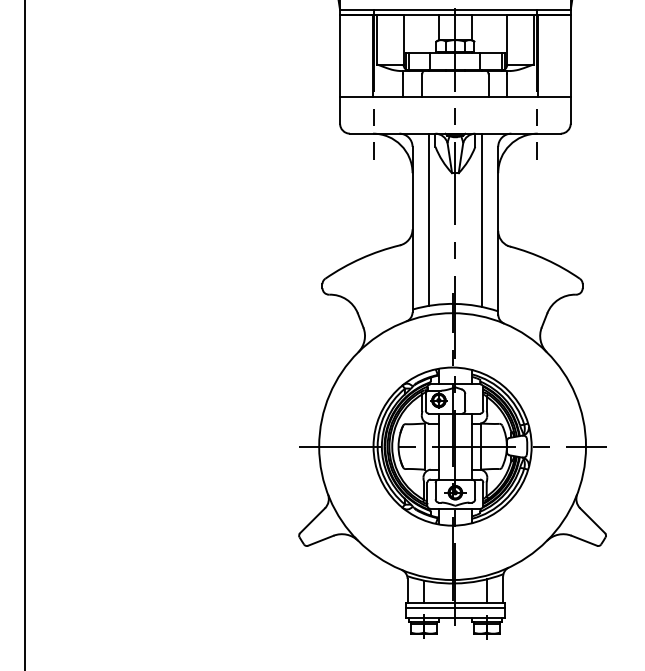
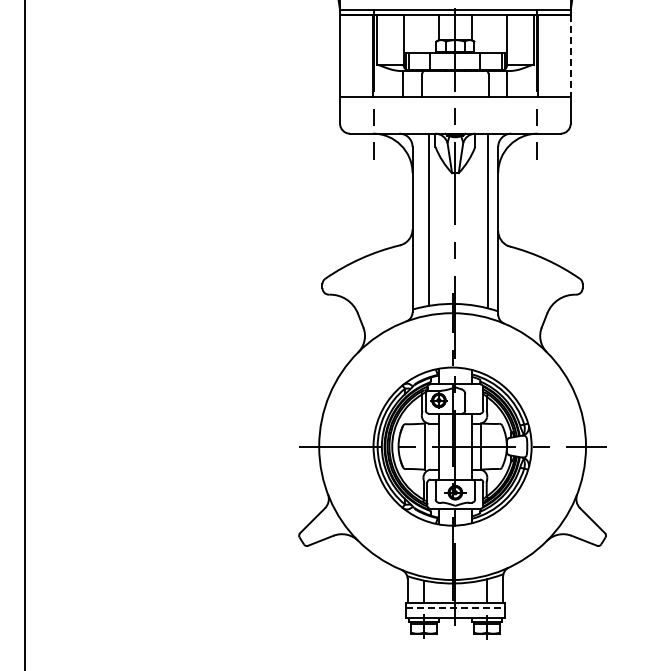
line at (570, 56): solid -> dashed
line at (481, 219) position: (481, 219) -> (487, 219)
line at (455, 608): solid -> dashed
